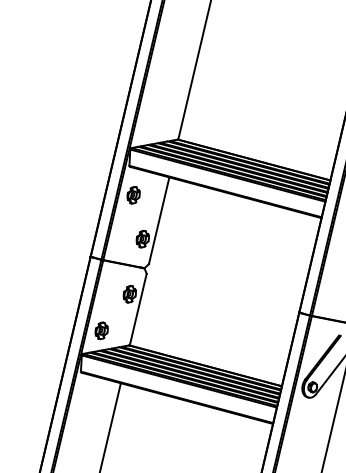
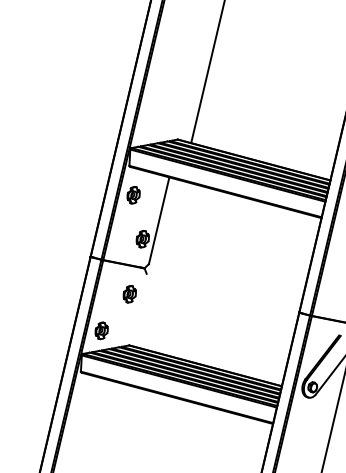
line at (194, 70) position: (194, 70) -> (207, 72)
line at (137, 309): present -> none
line at (110, 426): present -> none
